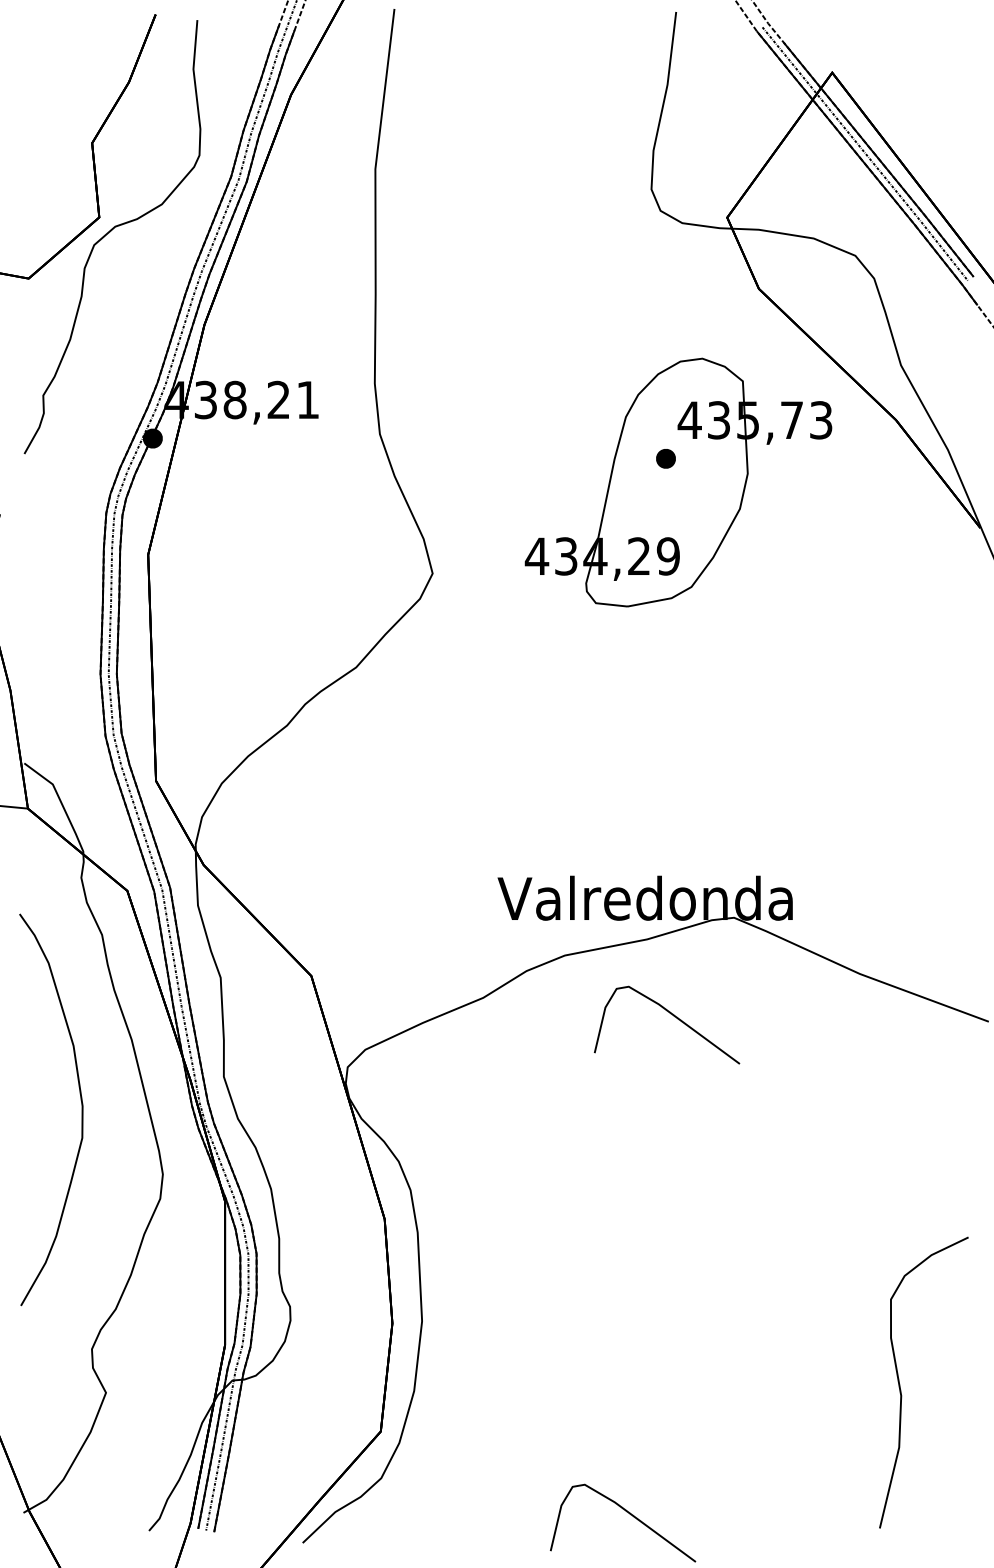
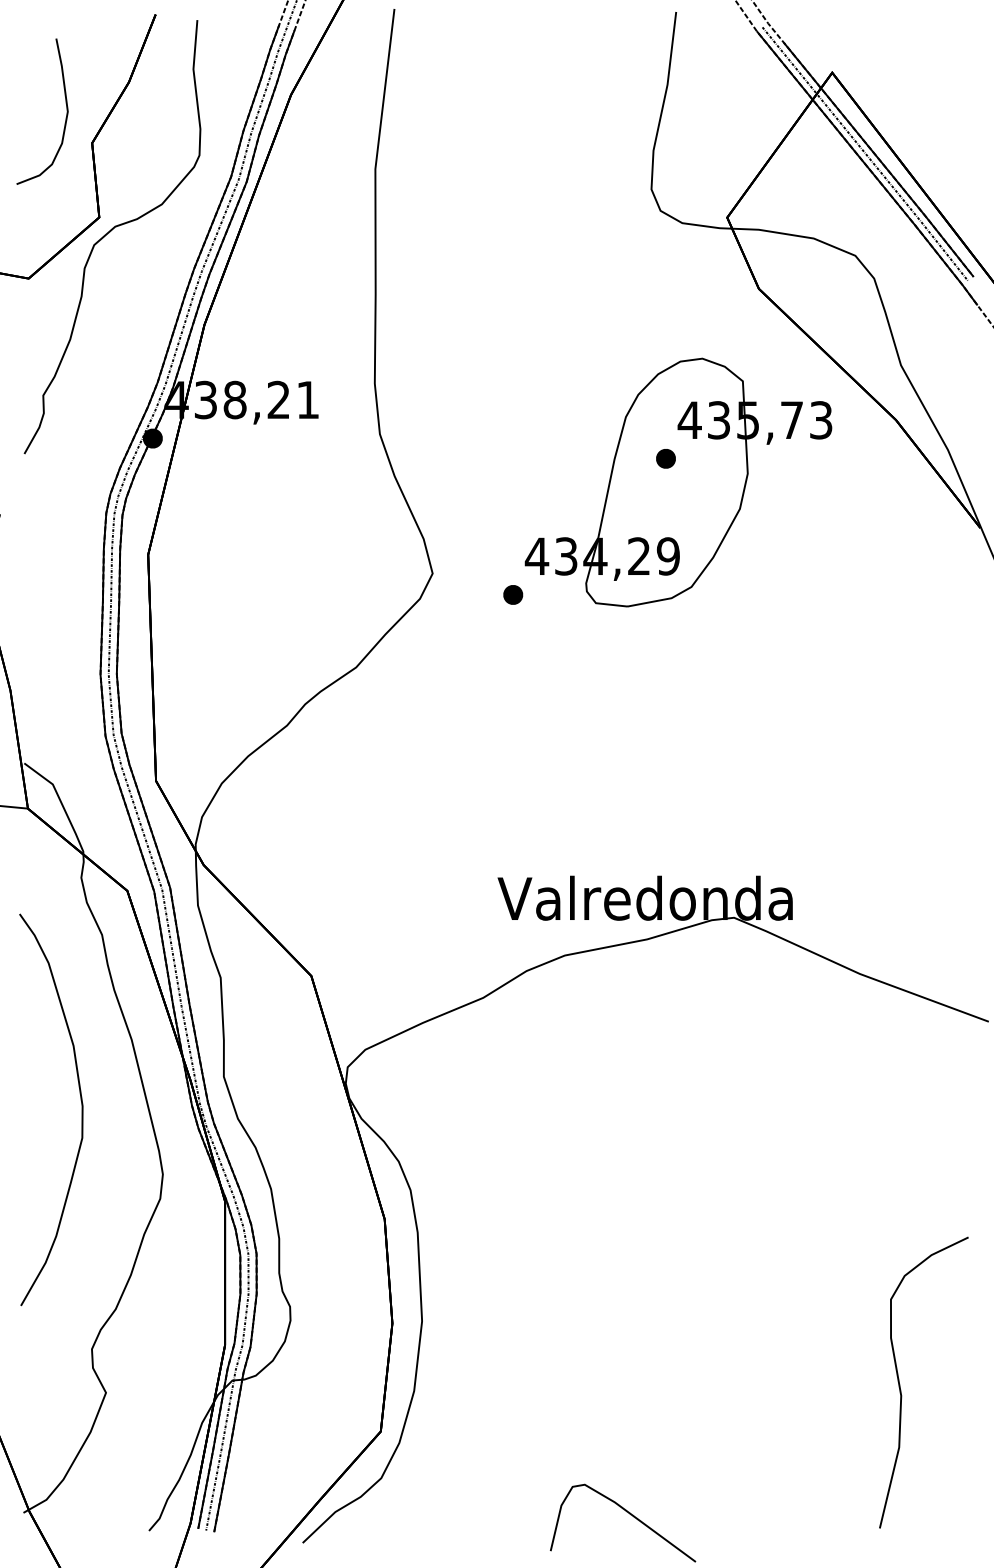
curve at (65, 117): none -> present
part at (513, 594): none -> present
curve at (674, 1017): present -> none
